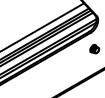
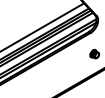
part at (94, 48) position: (94, 48) -> (94, 53)
